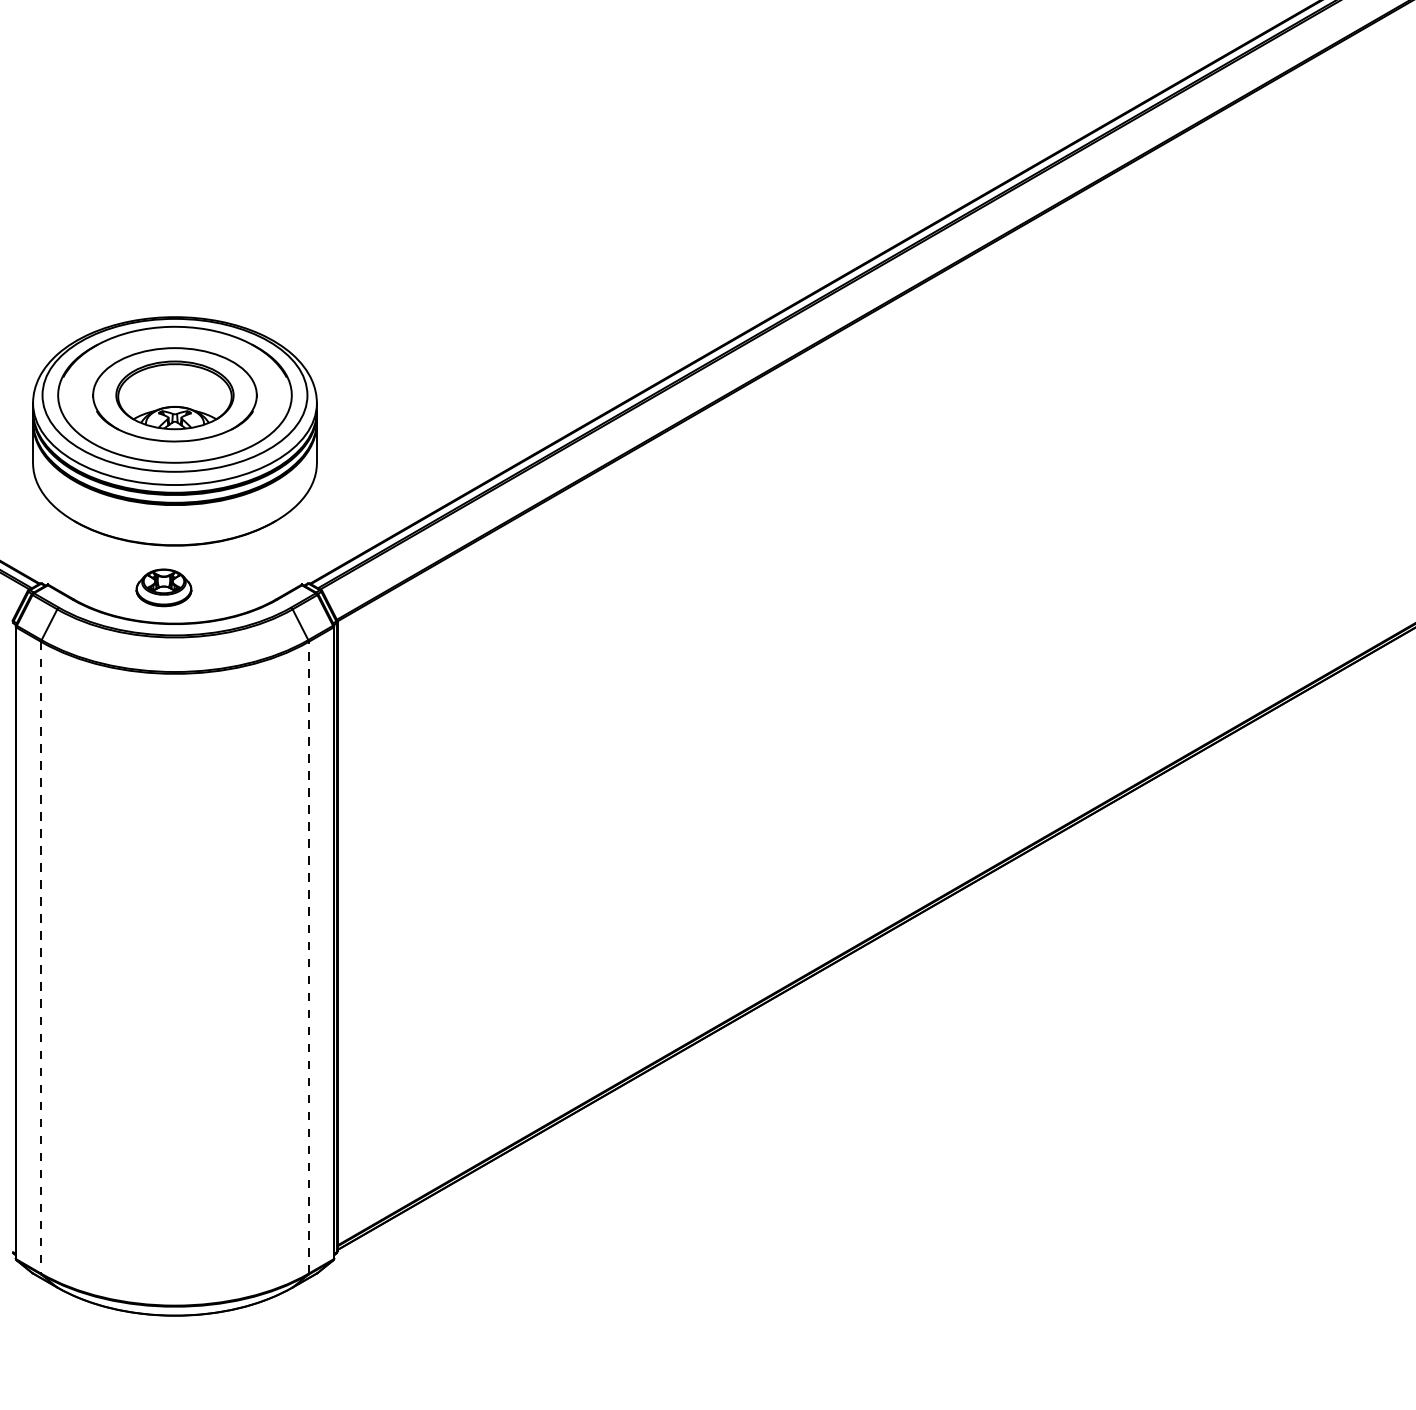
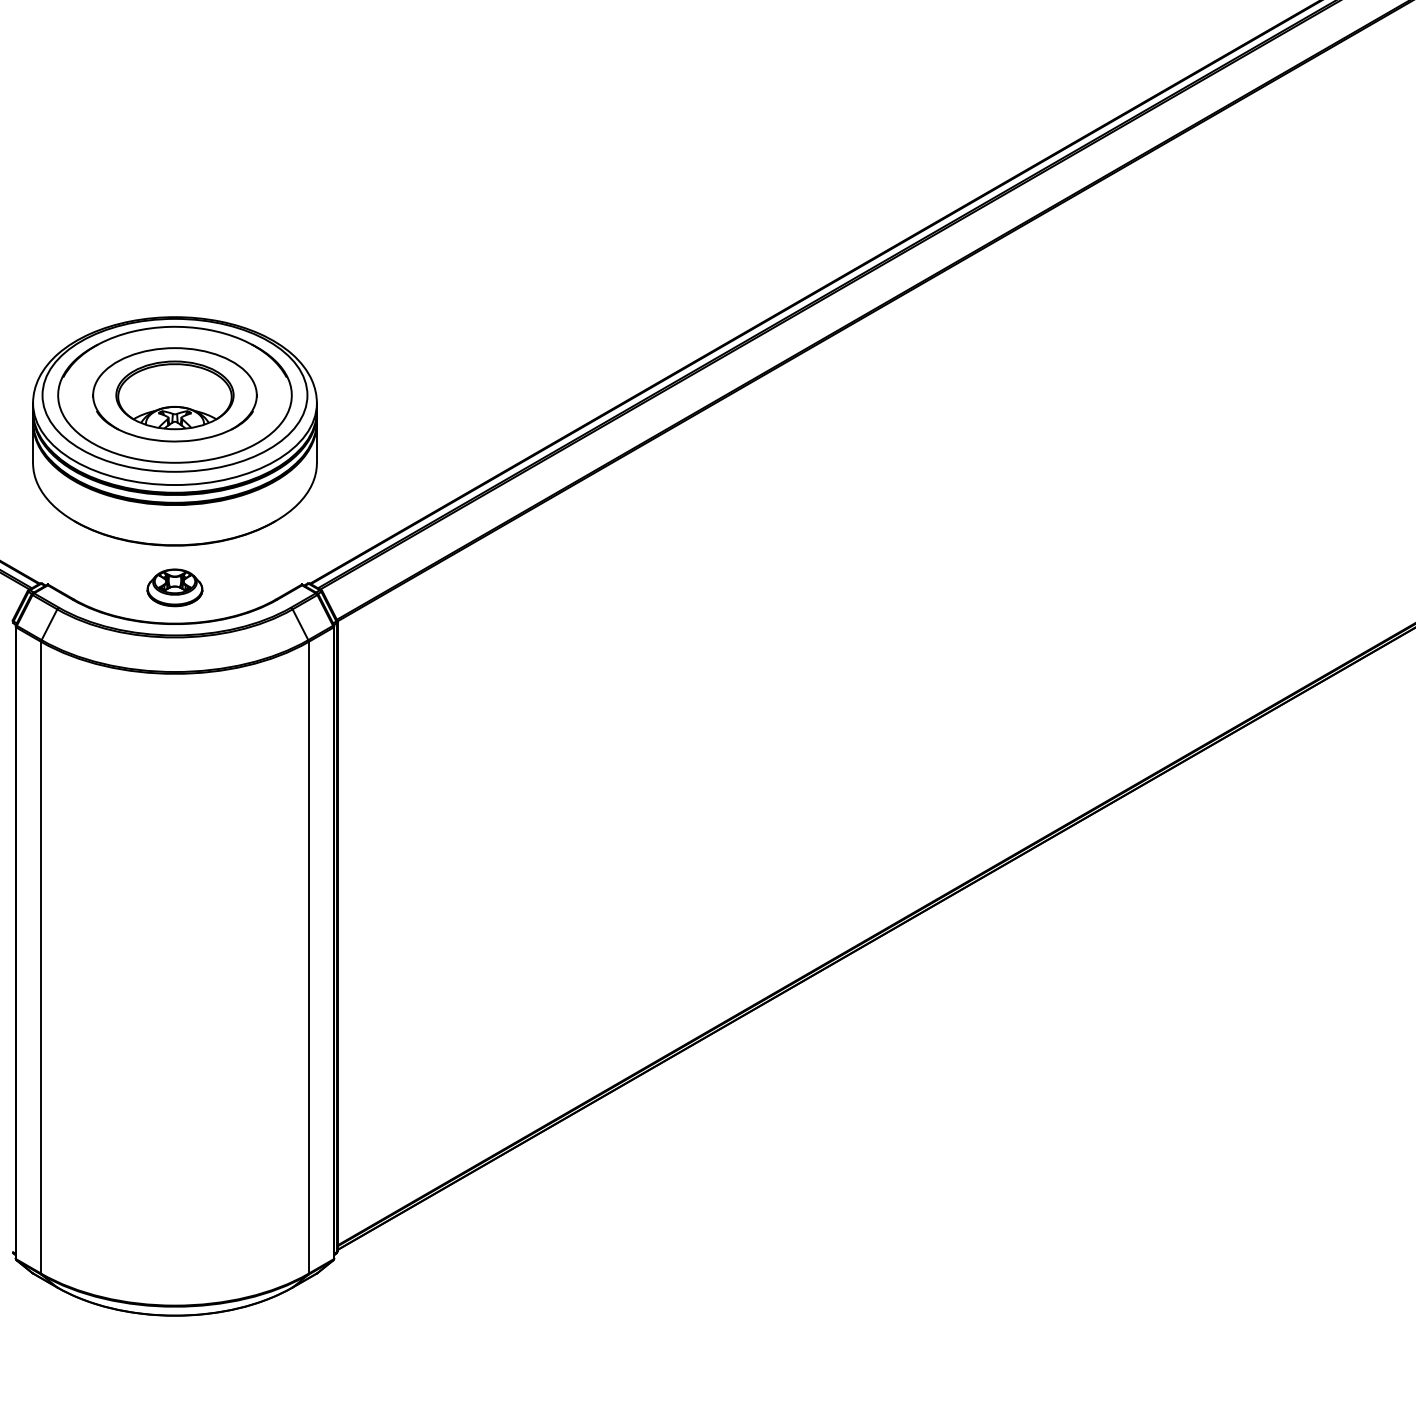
part at (163, 587) position: (163, 587) -> (174, 587)
line at (41, 957): dashed -> solid
line at (308, 957): dashed -> solid
